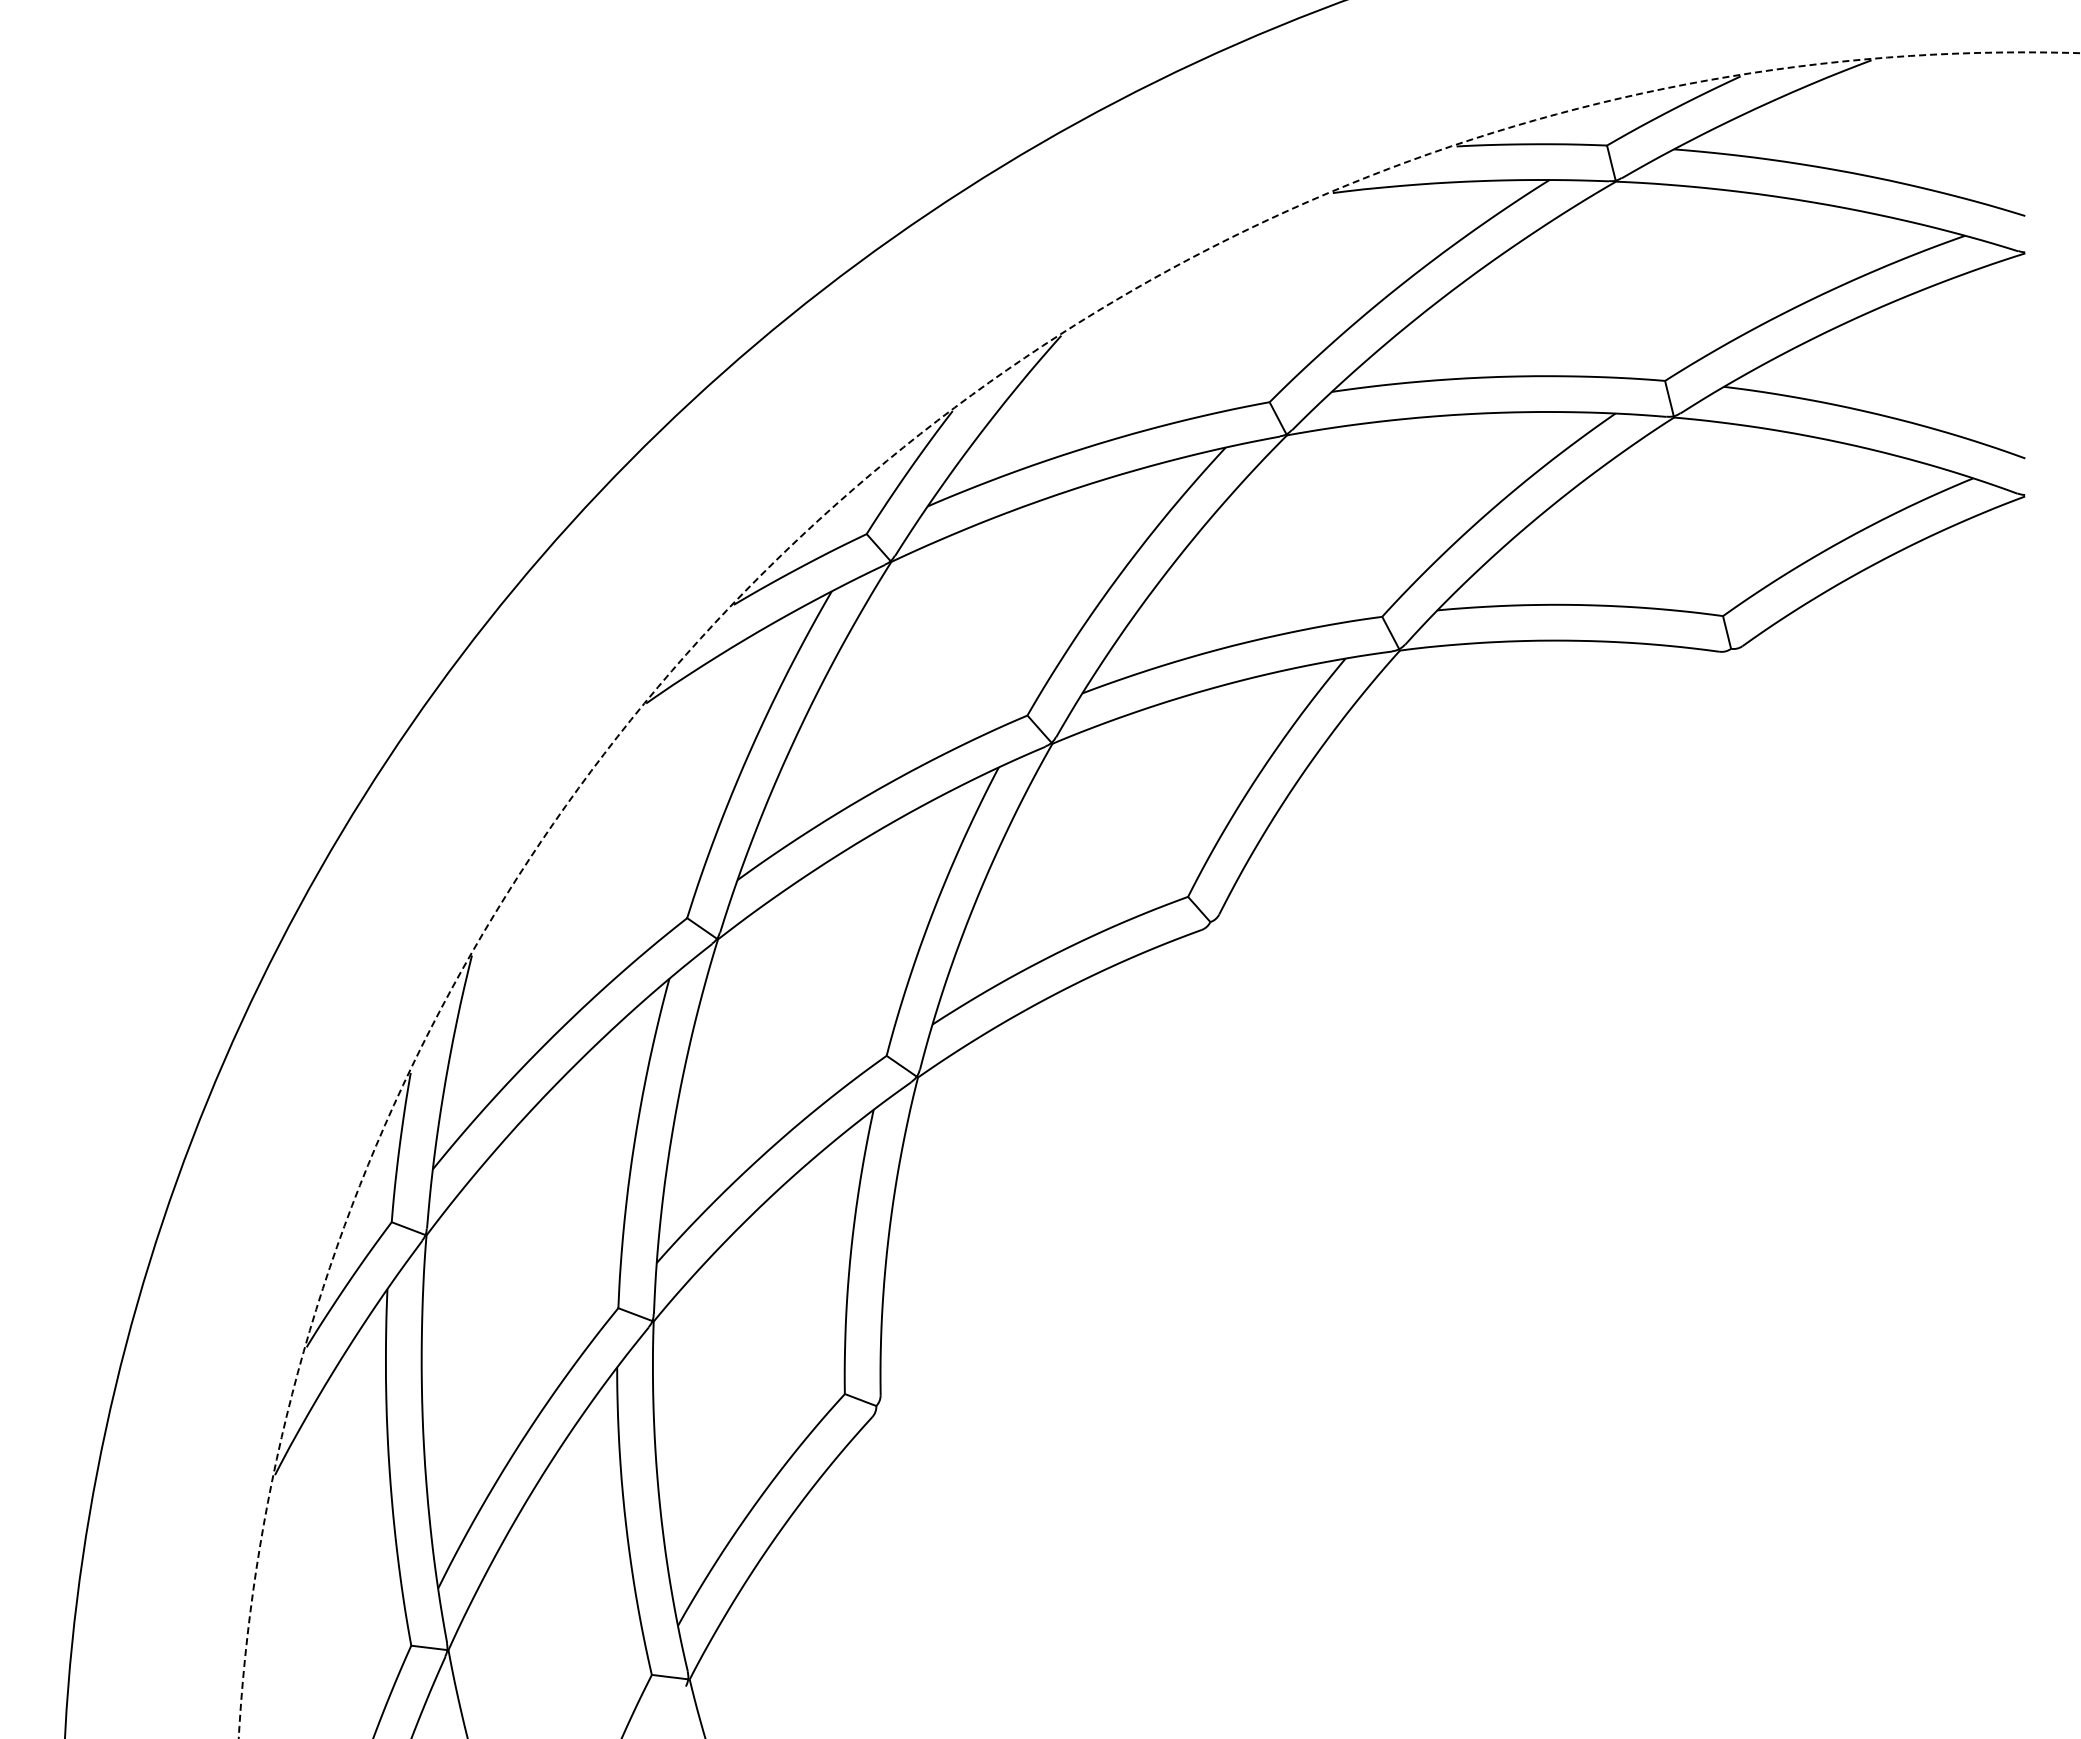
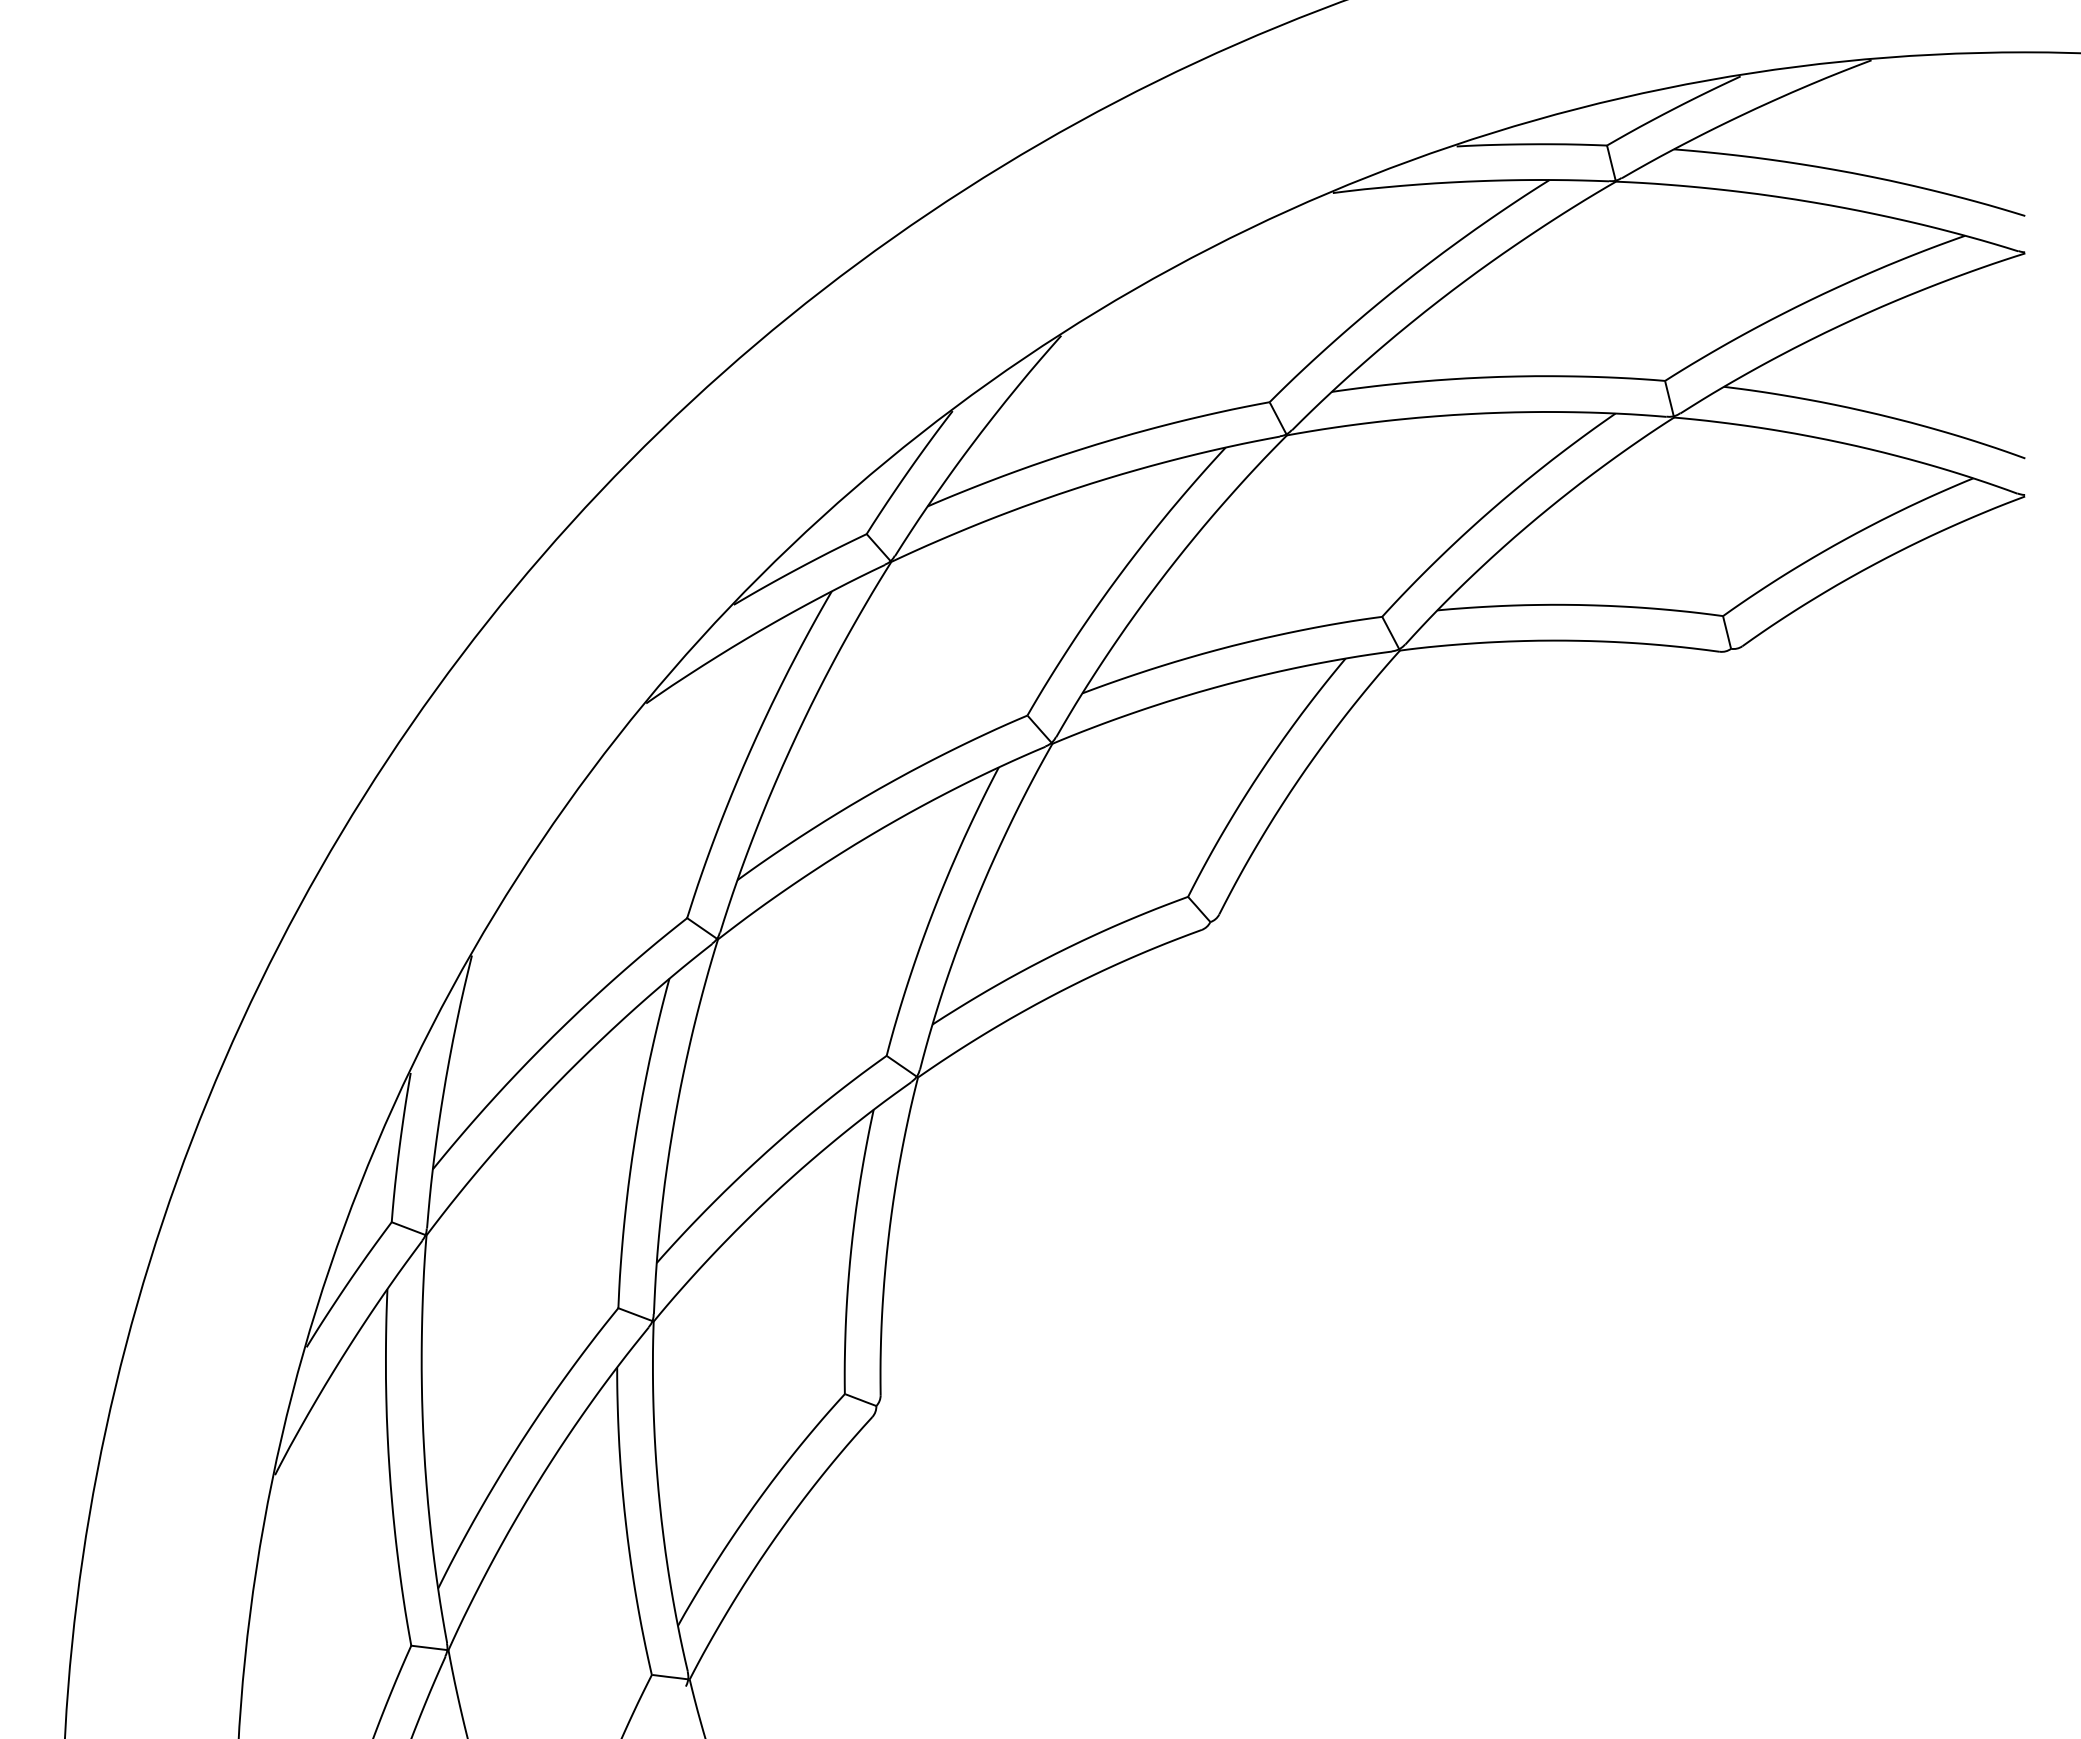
circle at (1159, 895): dashed -> solid
